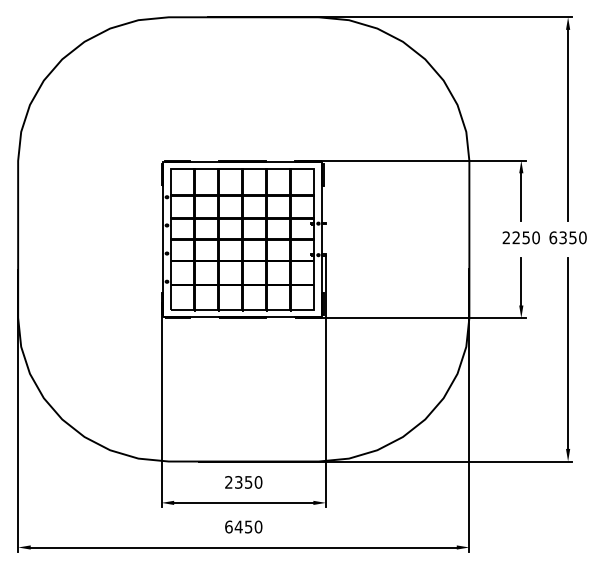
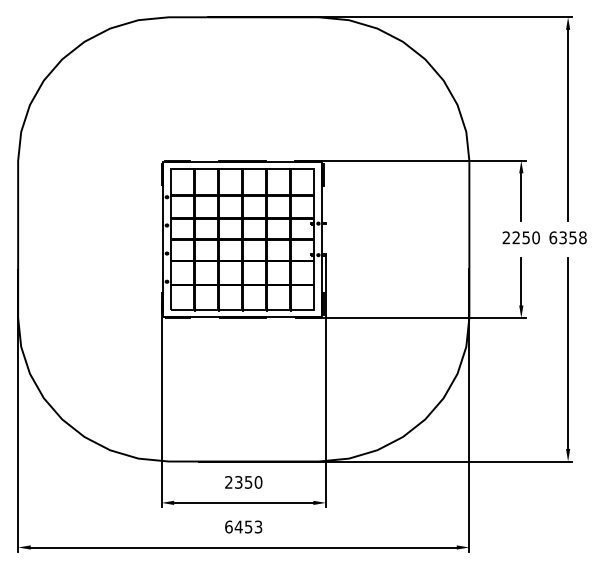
text at (582, 237): 6350 -> 6358
text at (258, 526): 6450 -> 6453
